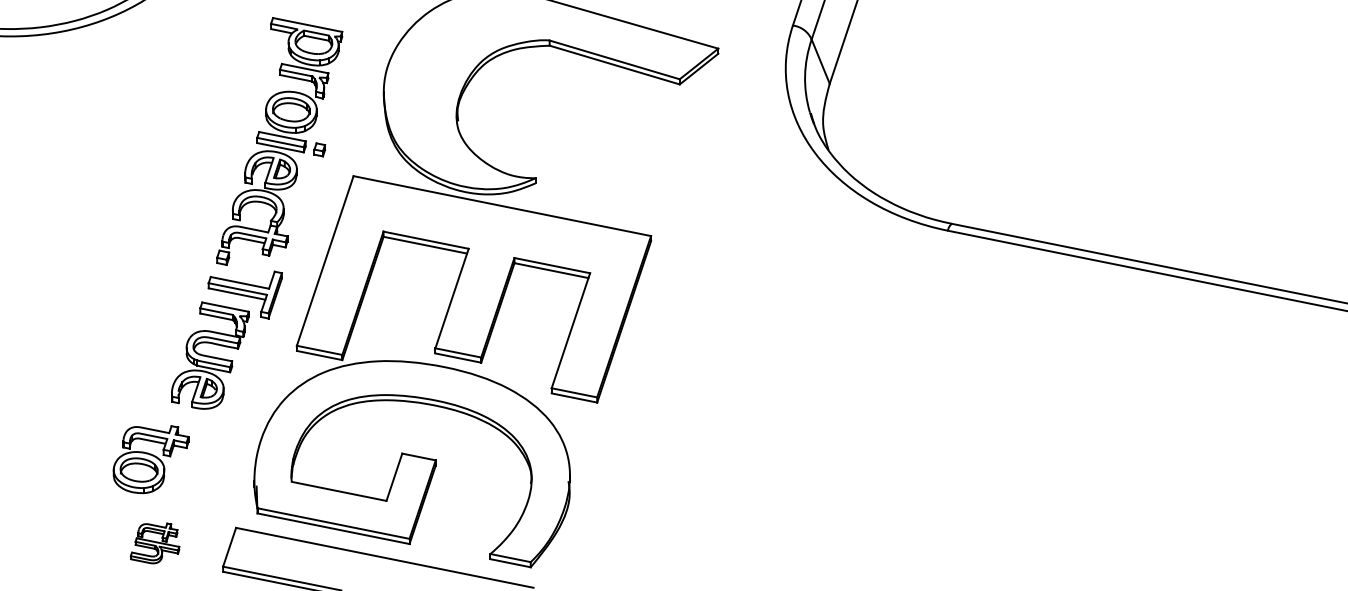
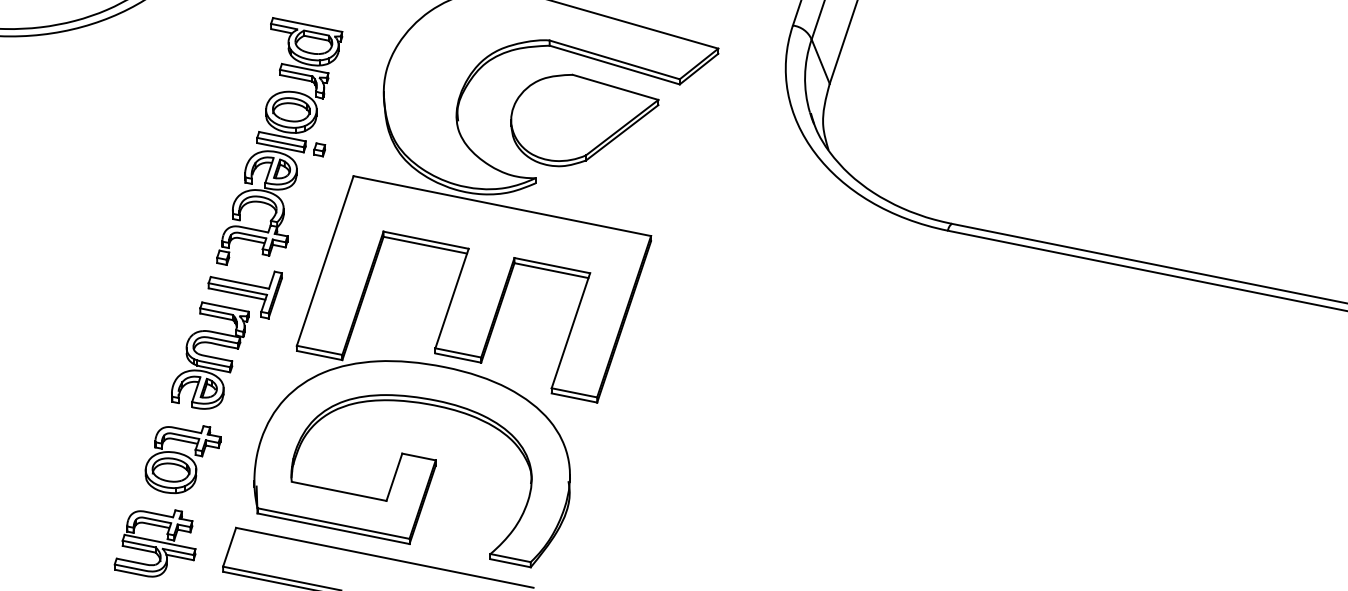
part at (584, 120): none -> present
part at (150, 459) position: (150, 459) -> (182, 459)
part at (154, 543) size: 52x43 px -> 84x69 px
